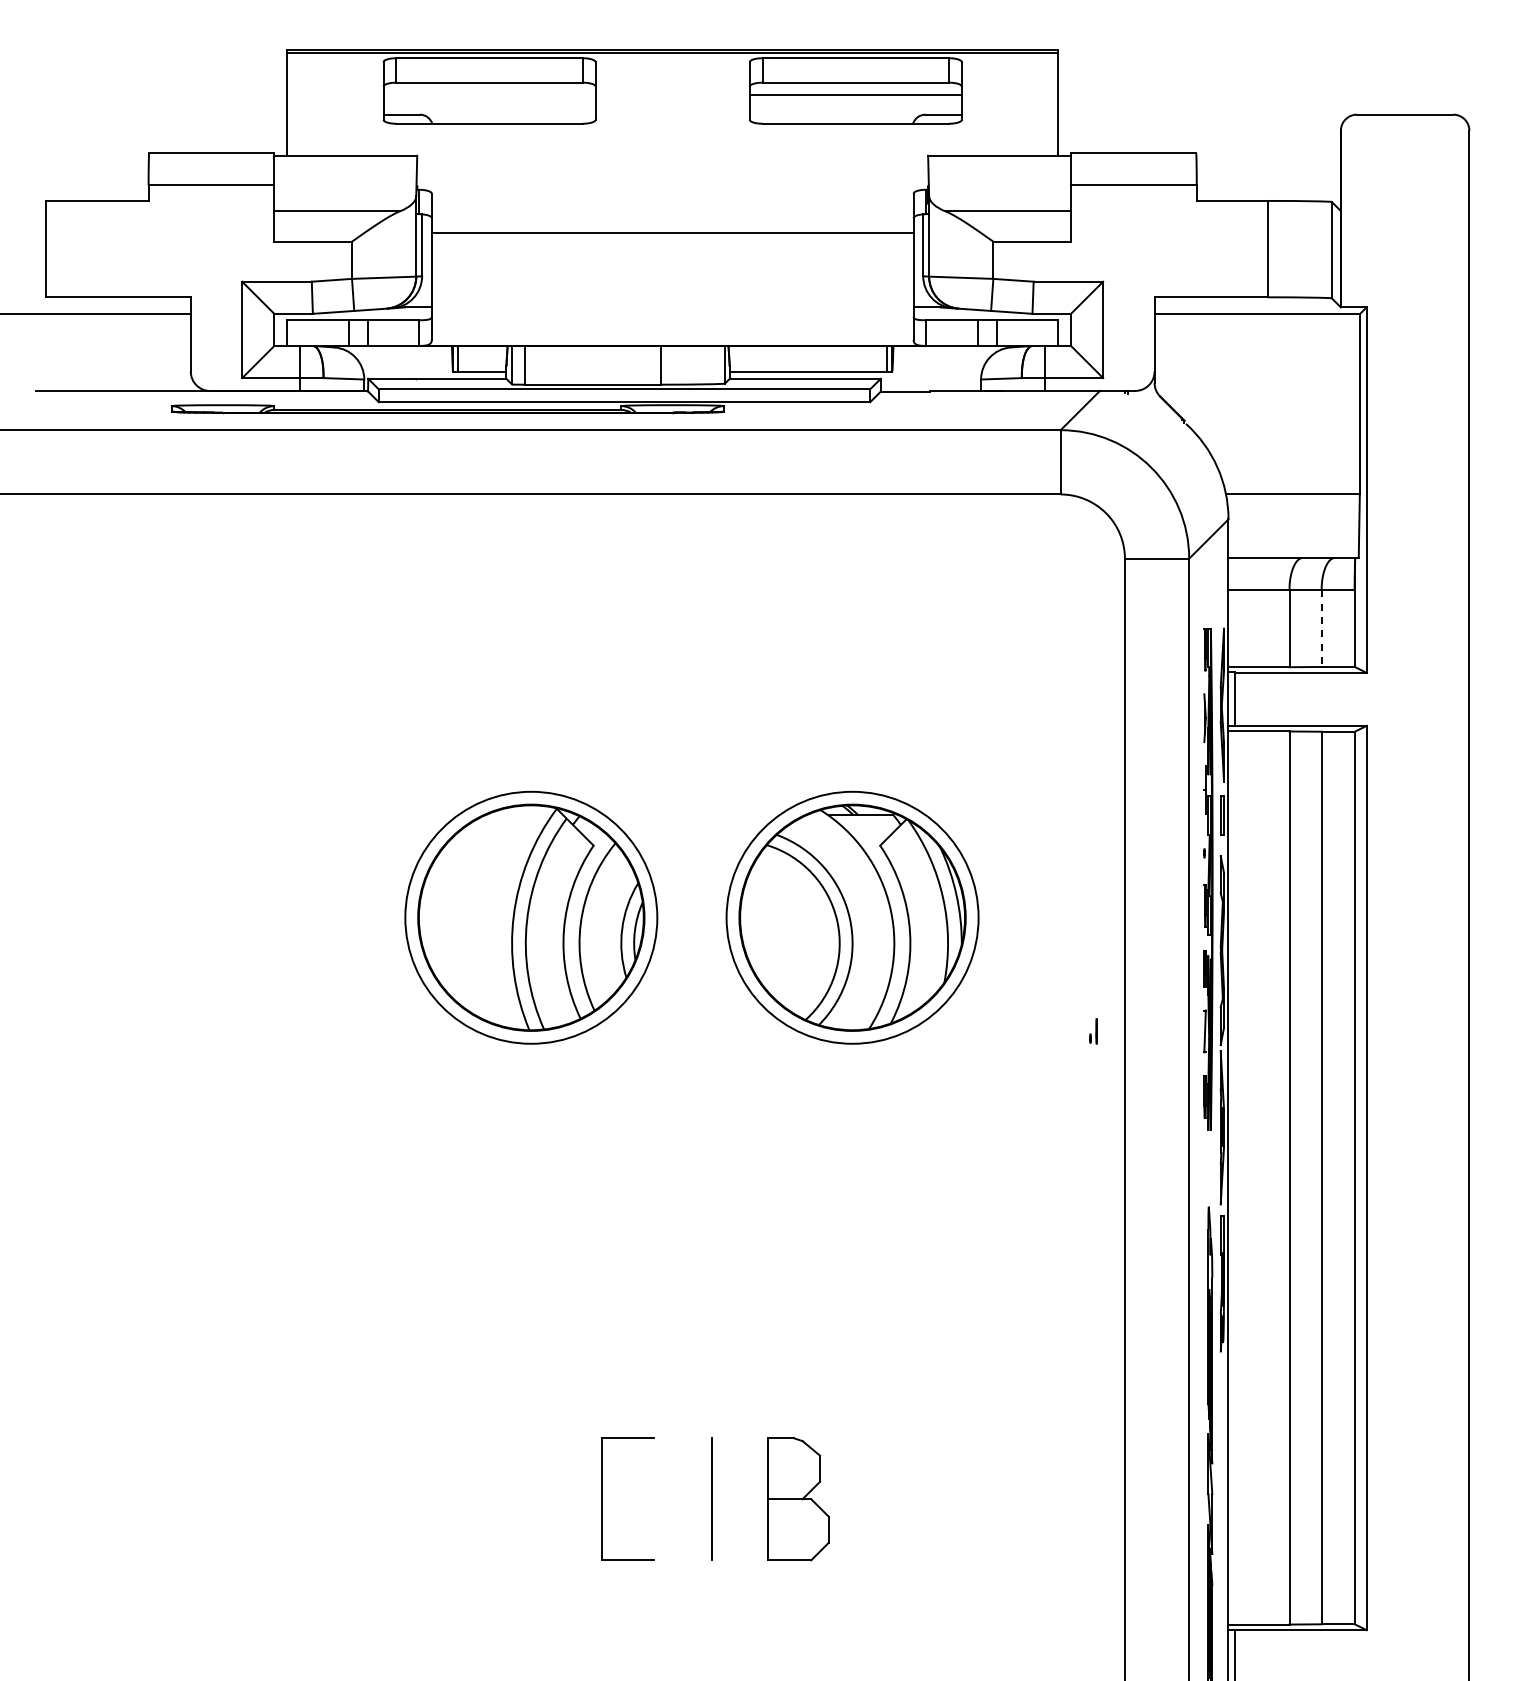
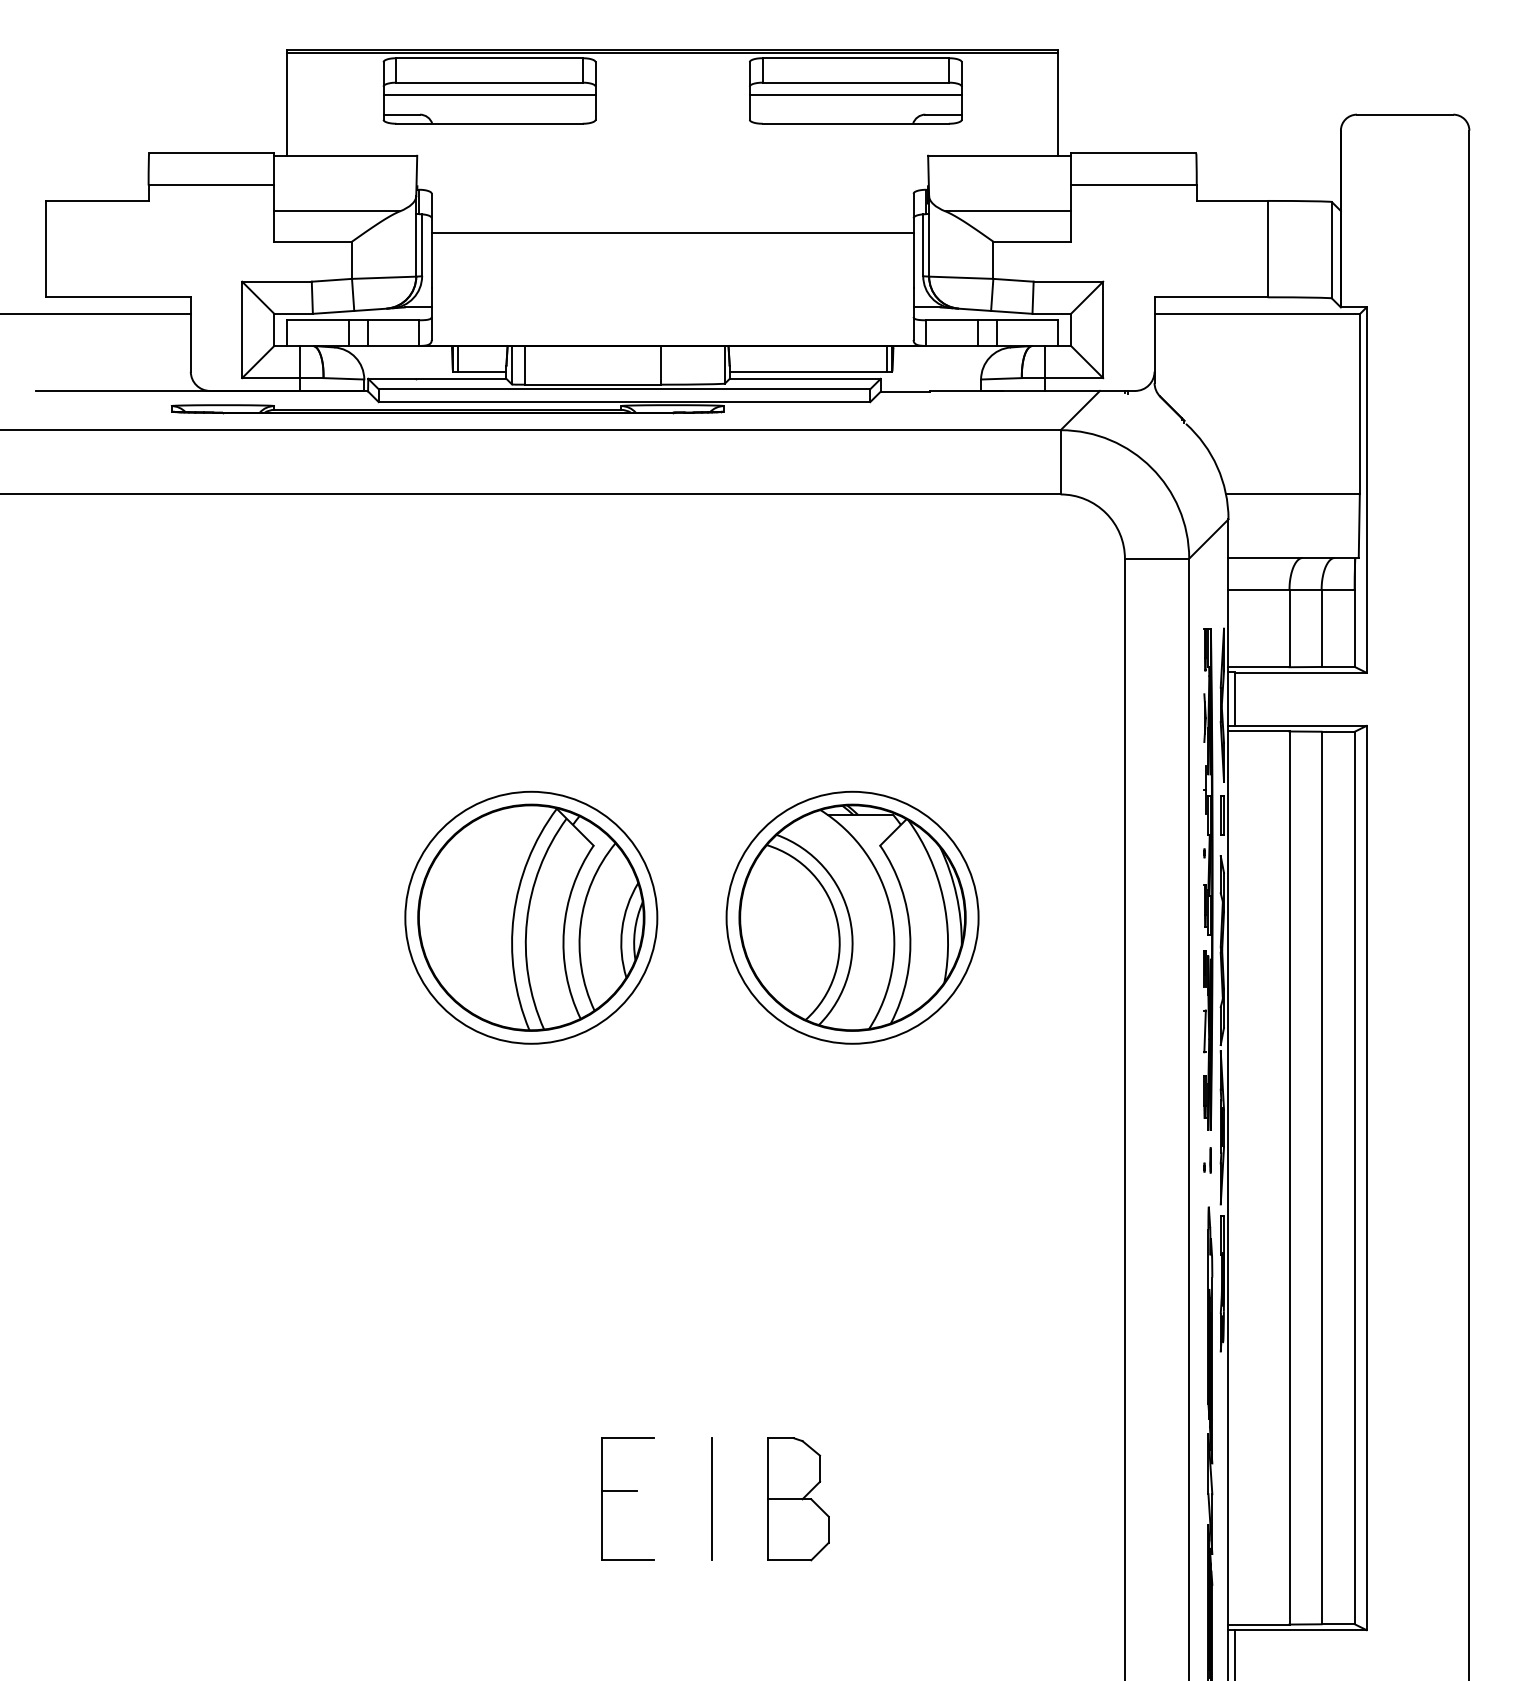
line at (489, 95): none -> present
line at (1321, 629): dashed -> solid
part at (1093, 1031) position: (1093, 1031) -> (1207, 1160)
line at (619, 1490): none -> present
